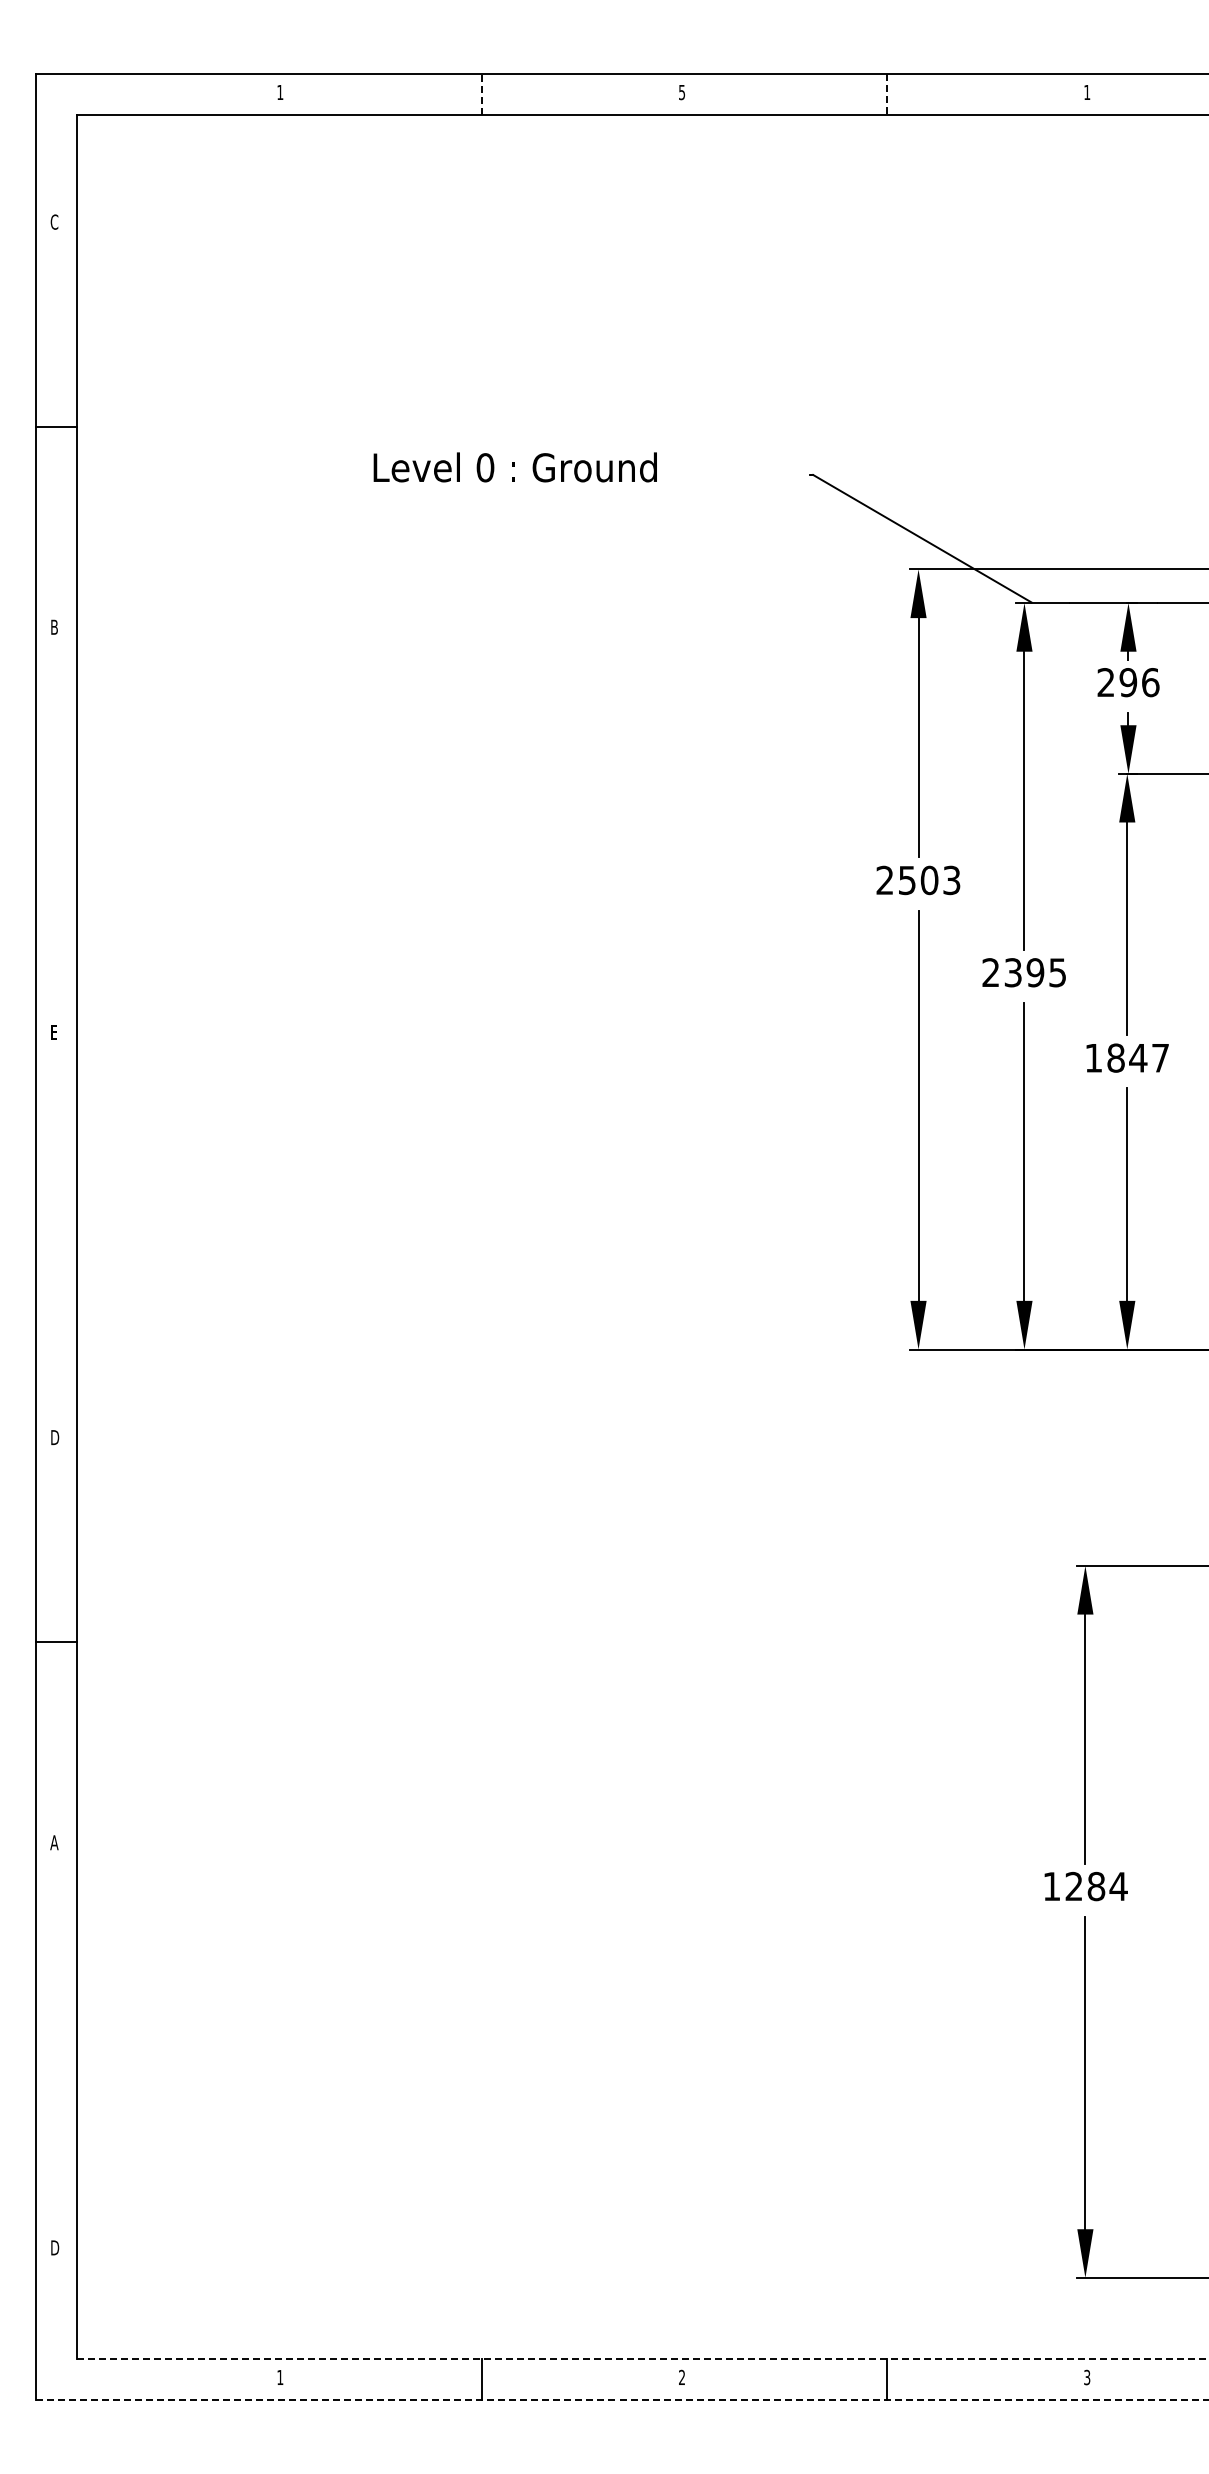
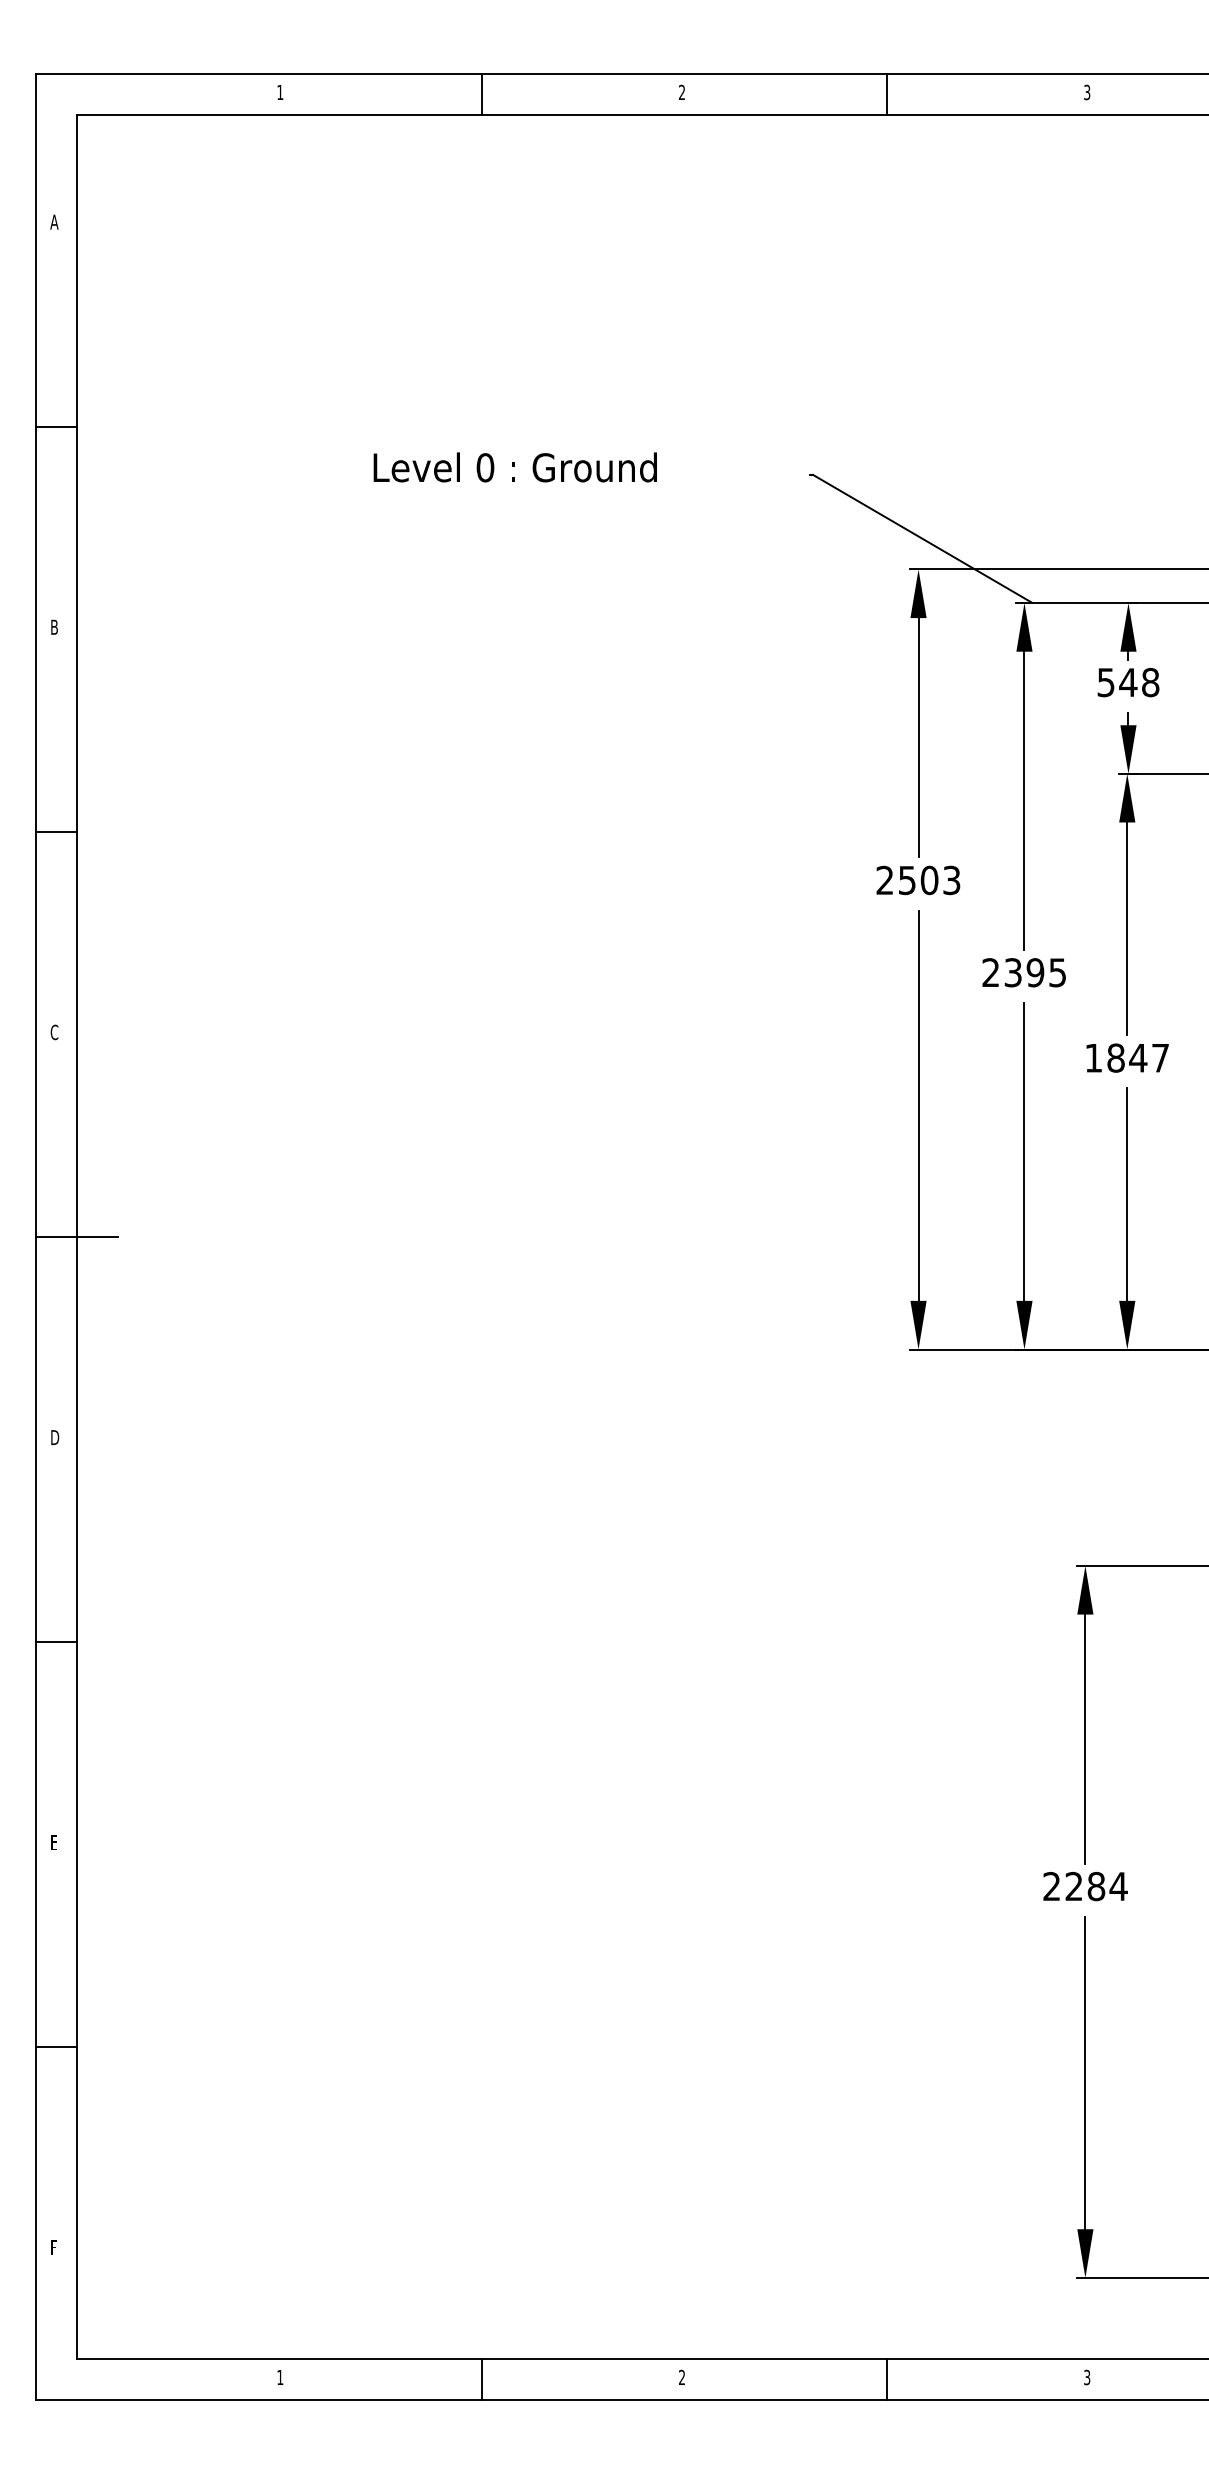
text at (681, 92): 5 -> 2
text at (1087, 92): 1 -> 3
line at (482, 93): dashed -> solid
line at (887, 94): dashed -> solid
text at (54, 221): C -> A
text at (1128, 682): 296 -> 548
line at (56, 831): none -> present
text at (54, 1032): E -> C
line at (76, 1236): none -> present
text at (54, 1842): A -> E
text at (1051, 1885): 1284 -> 2284
line at (56, 2047): none -> present
text at (55, 2247): D -> F
line at (642, 2359): dashed -> solid
line at (622, 2399): dashed -> solid
